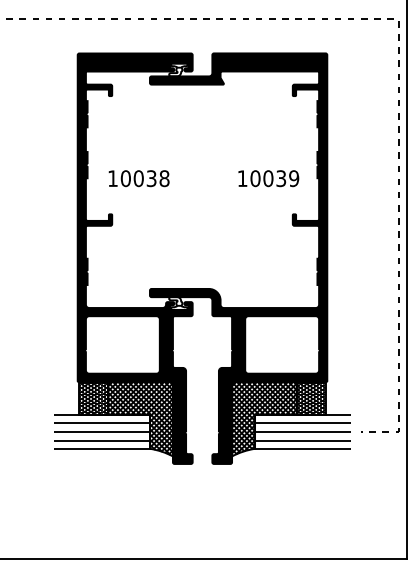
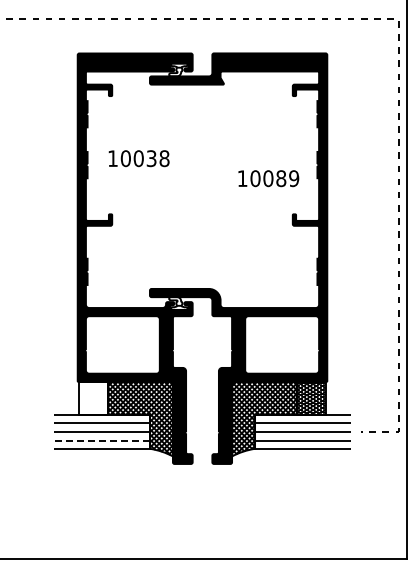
text at (138, 178) position: (138, 178) -> (138, 158)
text at (281, 178): 10039 -> 10089
hatch at (93, 397): present -> none
line at (102, 440): solid -> dashed
